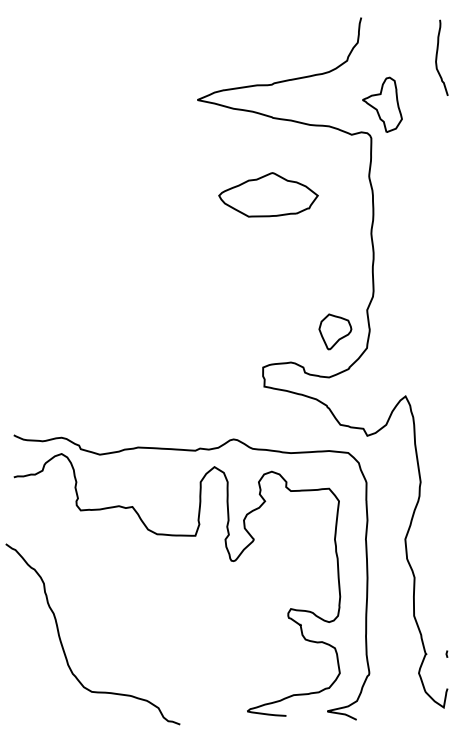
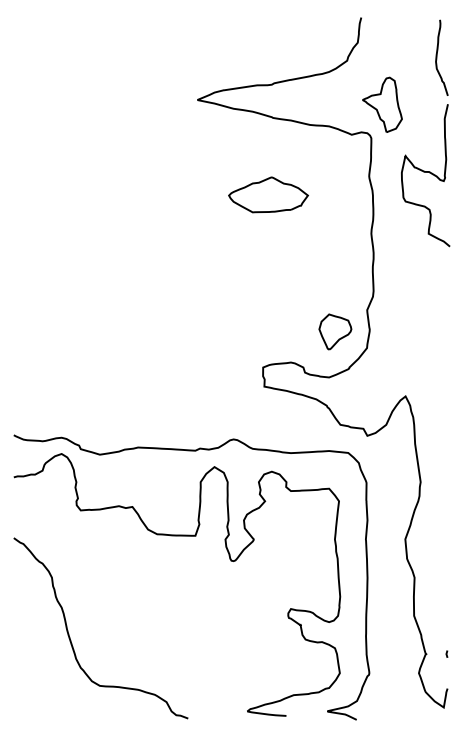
curve at (425, 172): none -> present
part at (268, 194) size: 101x46 px -> 81x38 px
curve at (62, 643) position: (62, 643) -> (70, 637)
